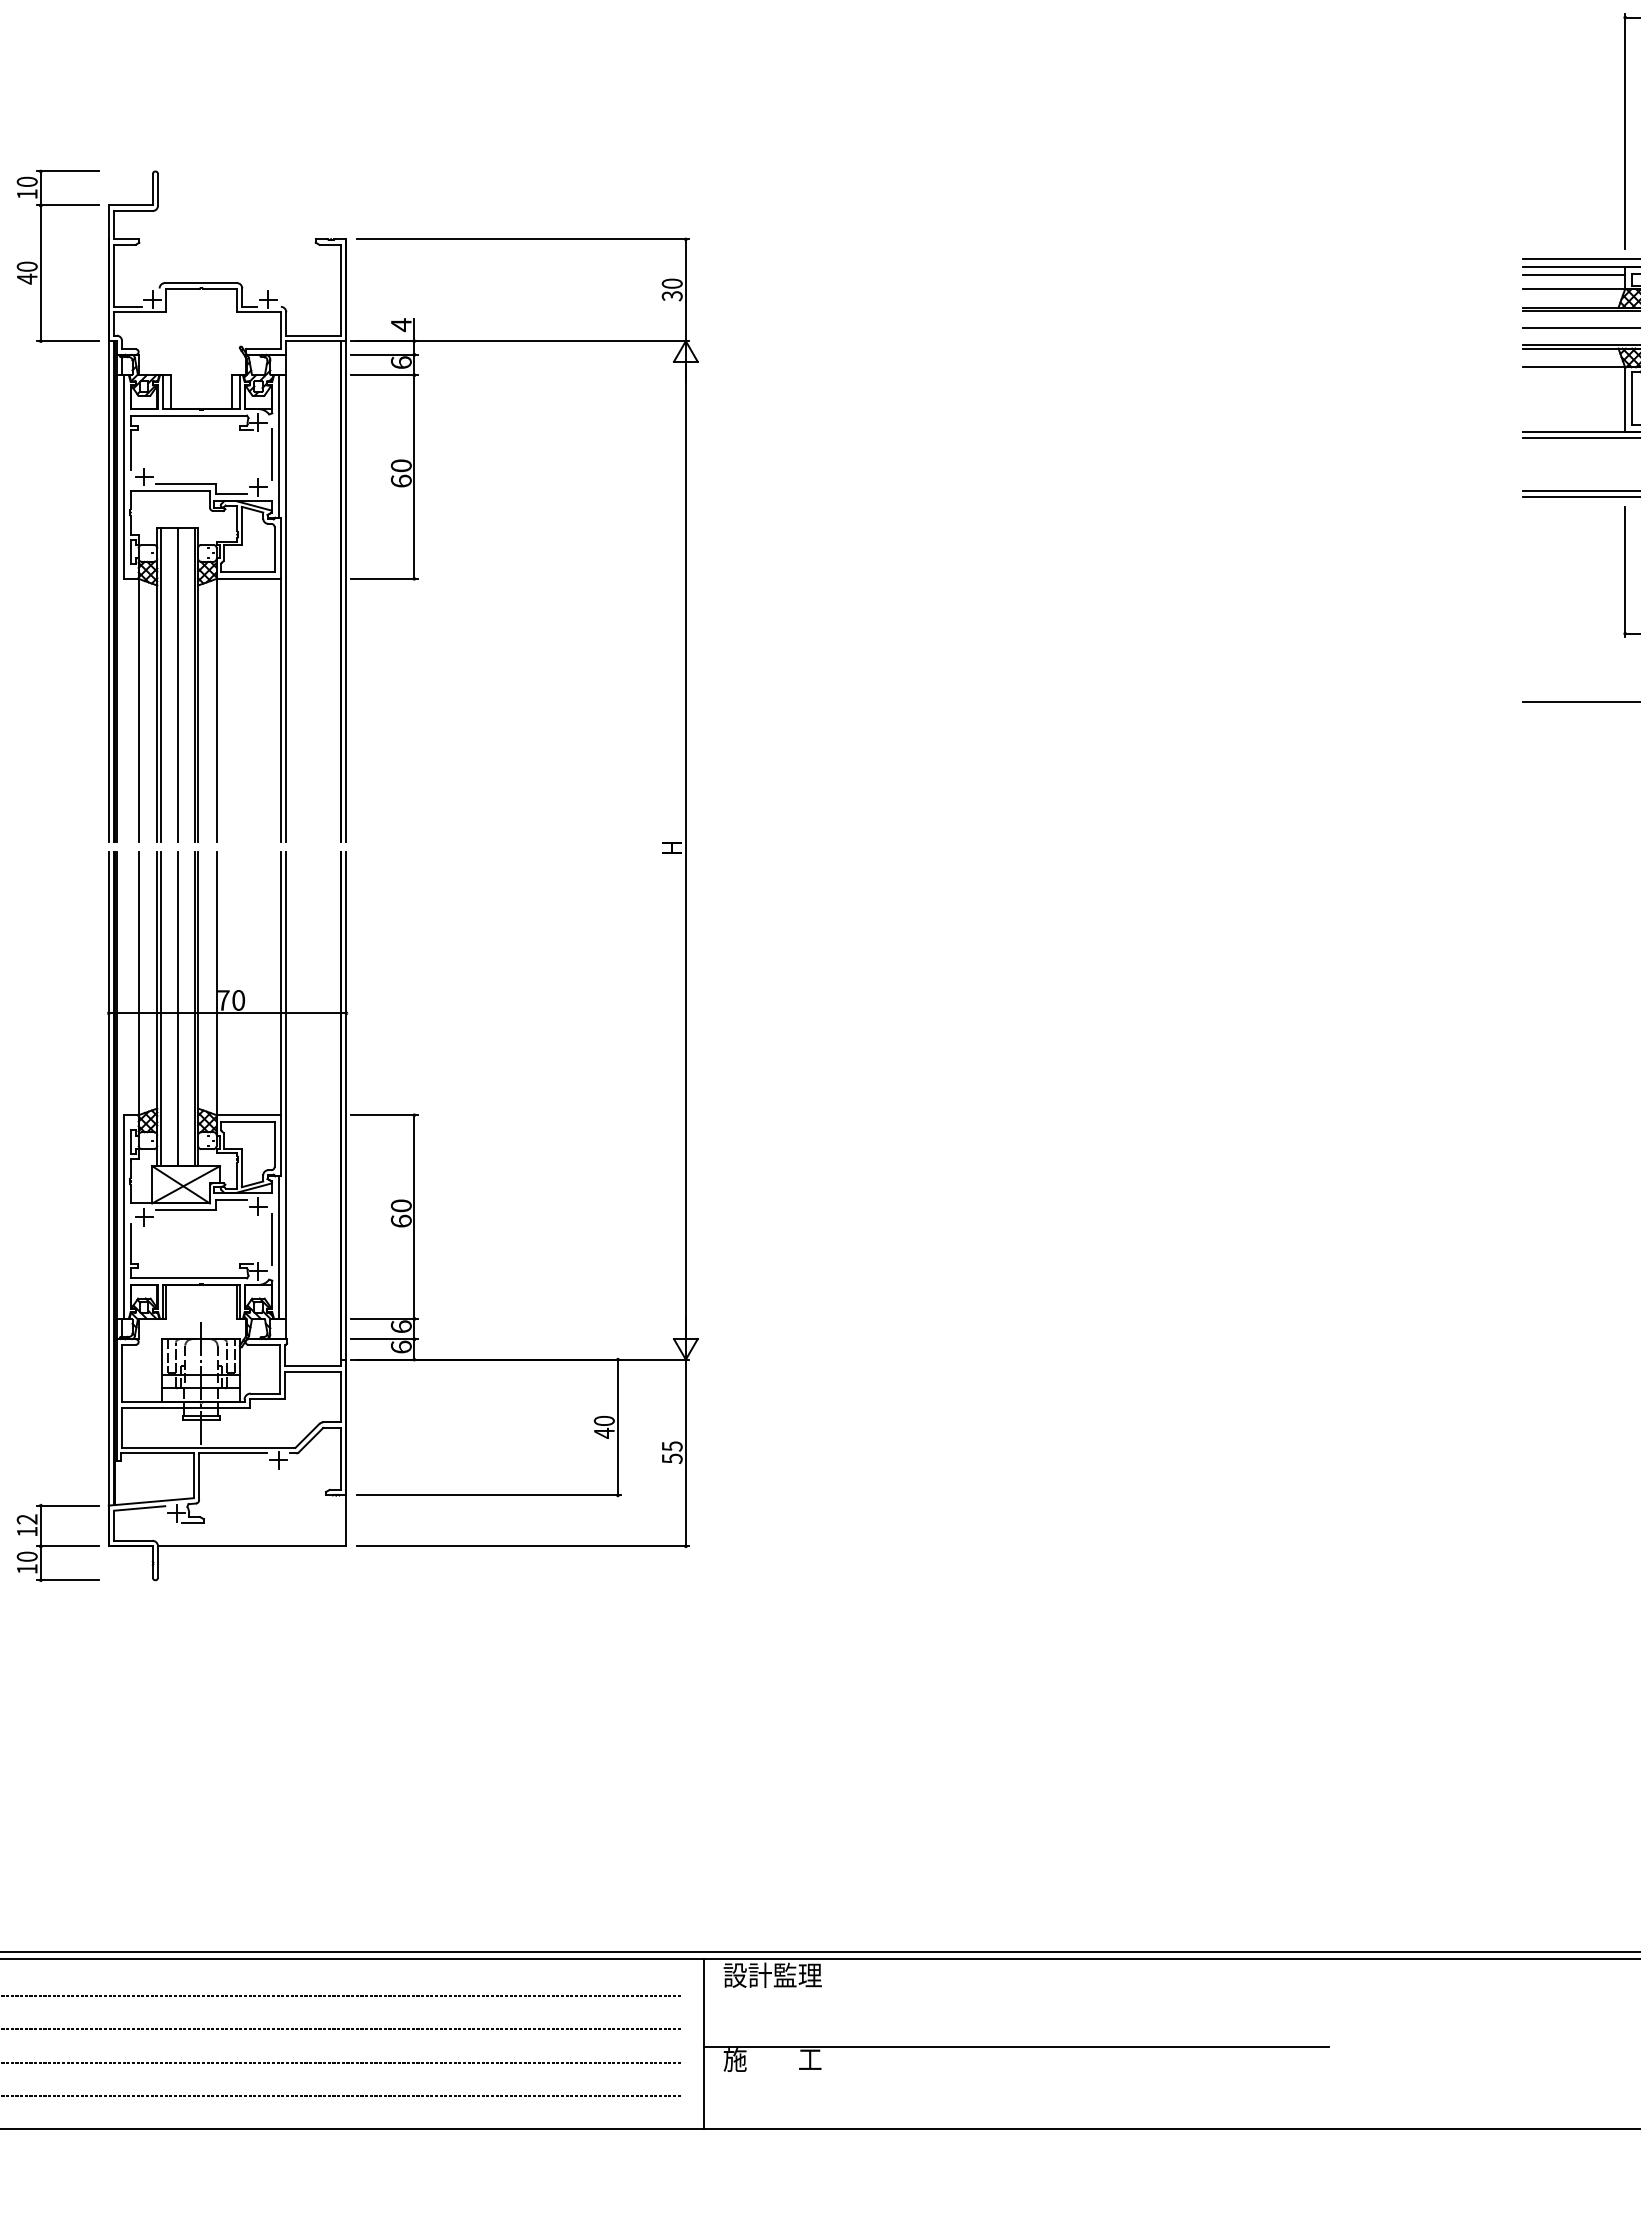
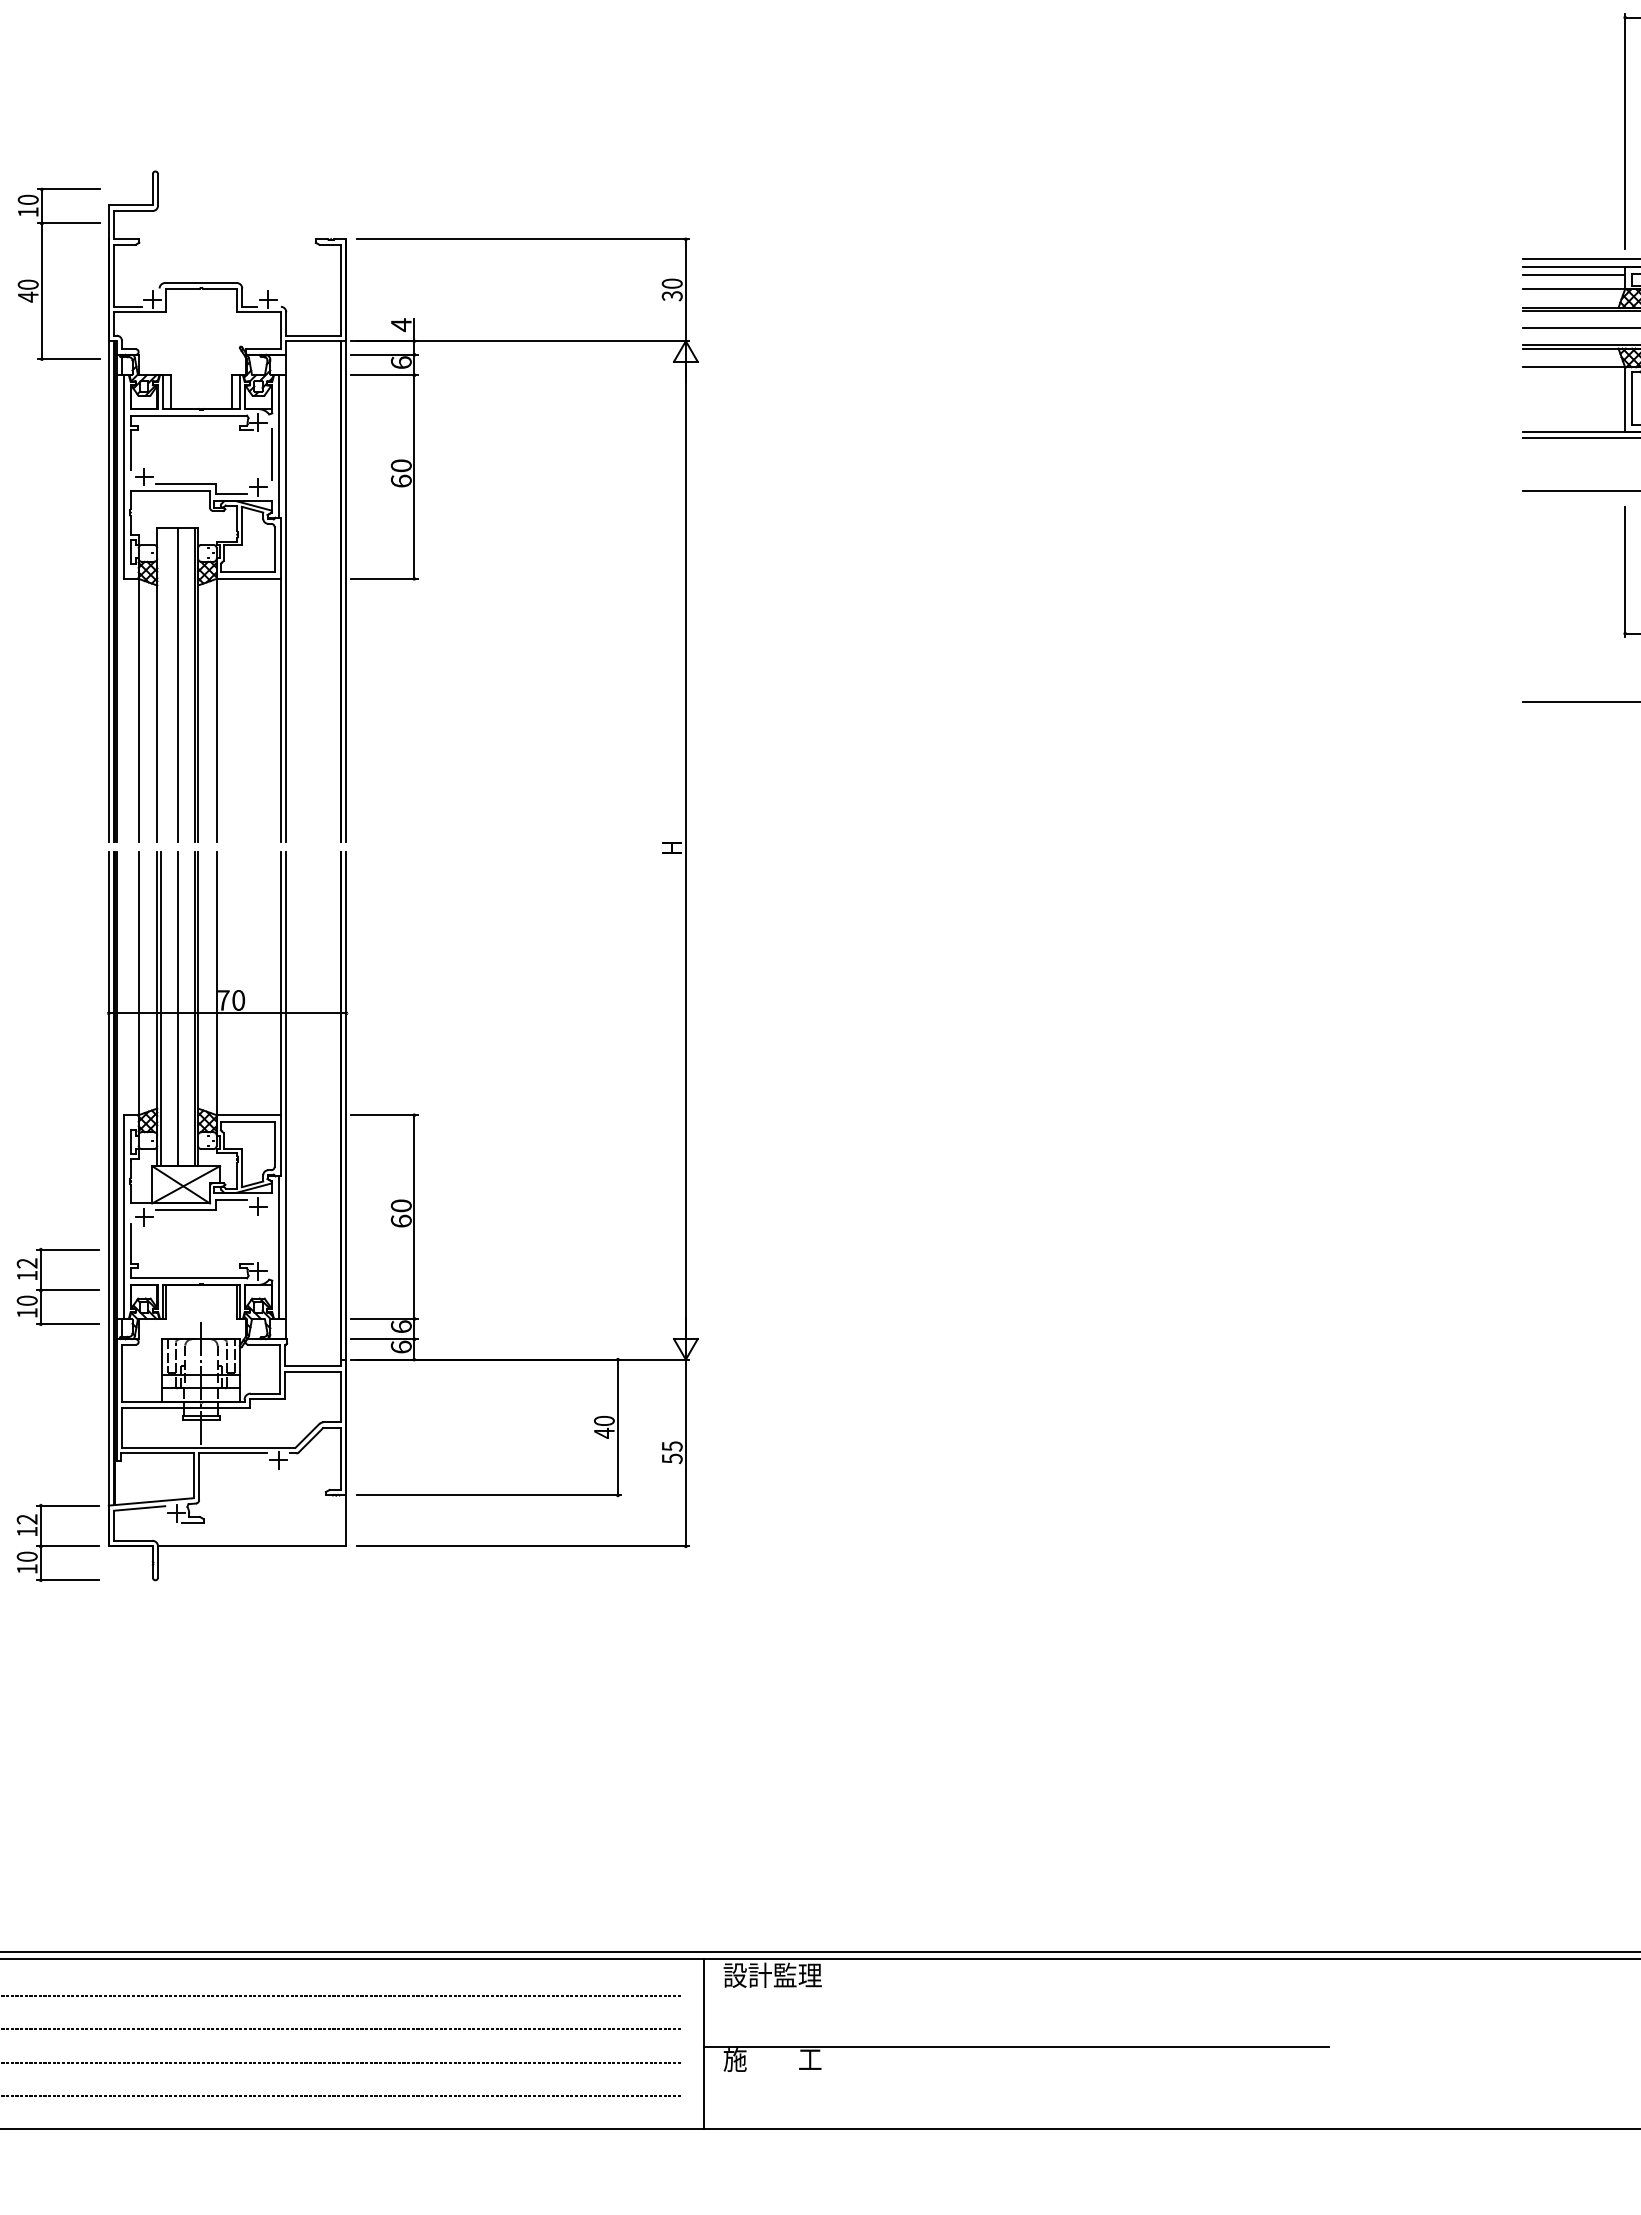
part at (41, 255) position: (41, 255) -> (42, 273)
line at (1580, 496): present -> none
line at (160, 684): present -> none
line at (272, 1238): present -> none
part at (57, 1286): none -> present
